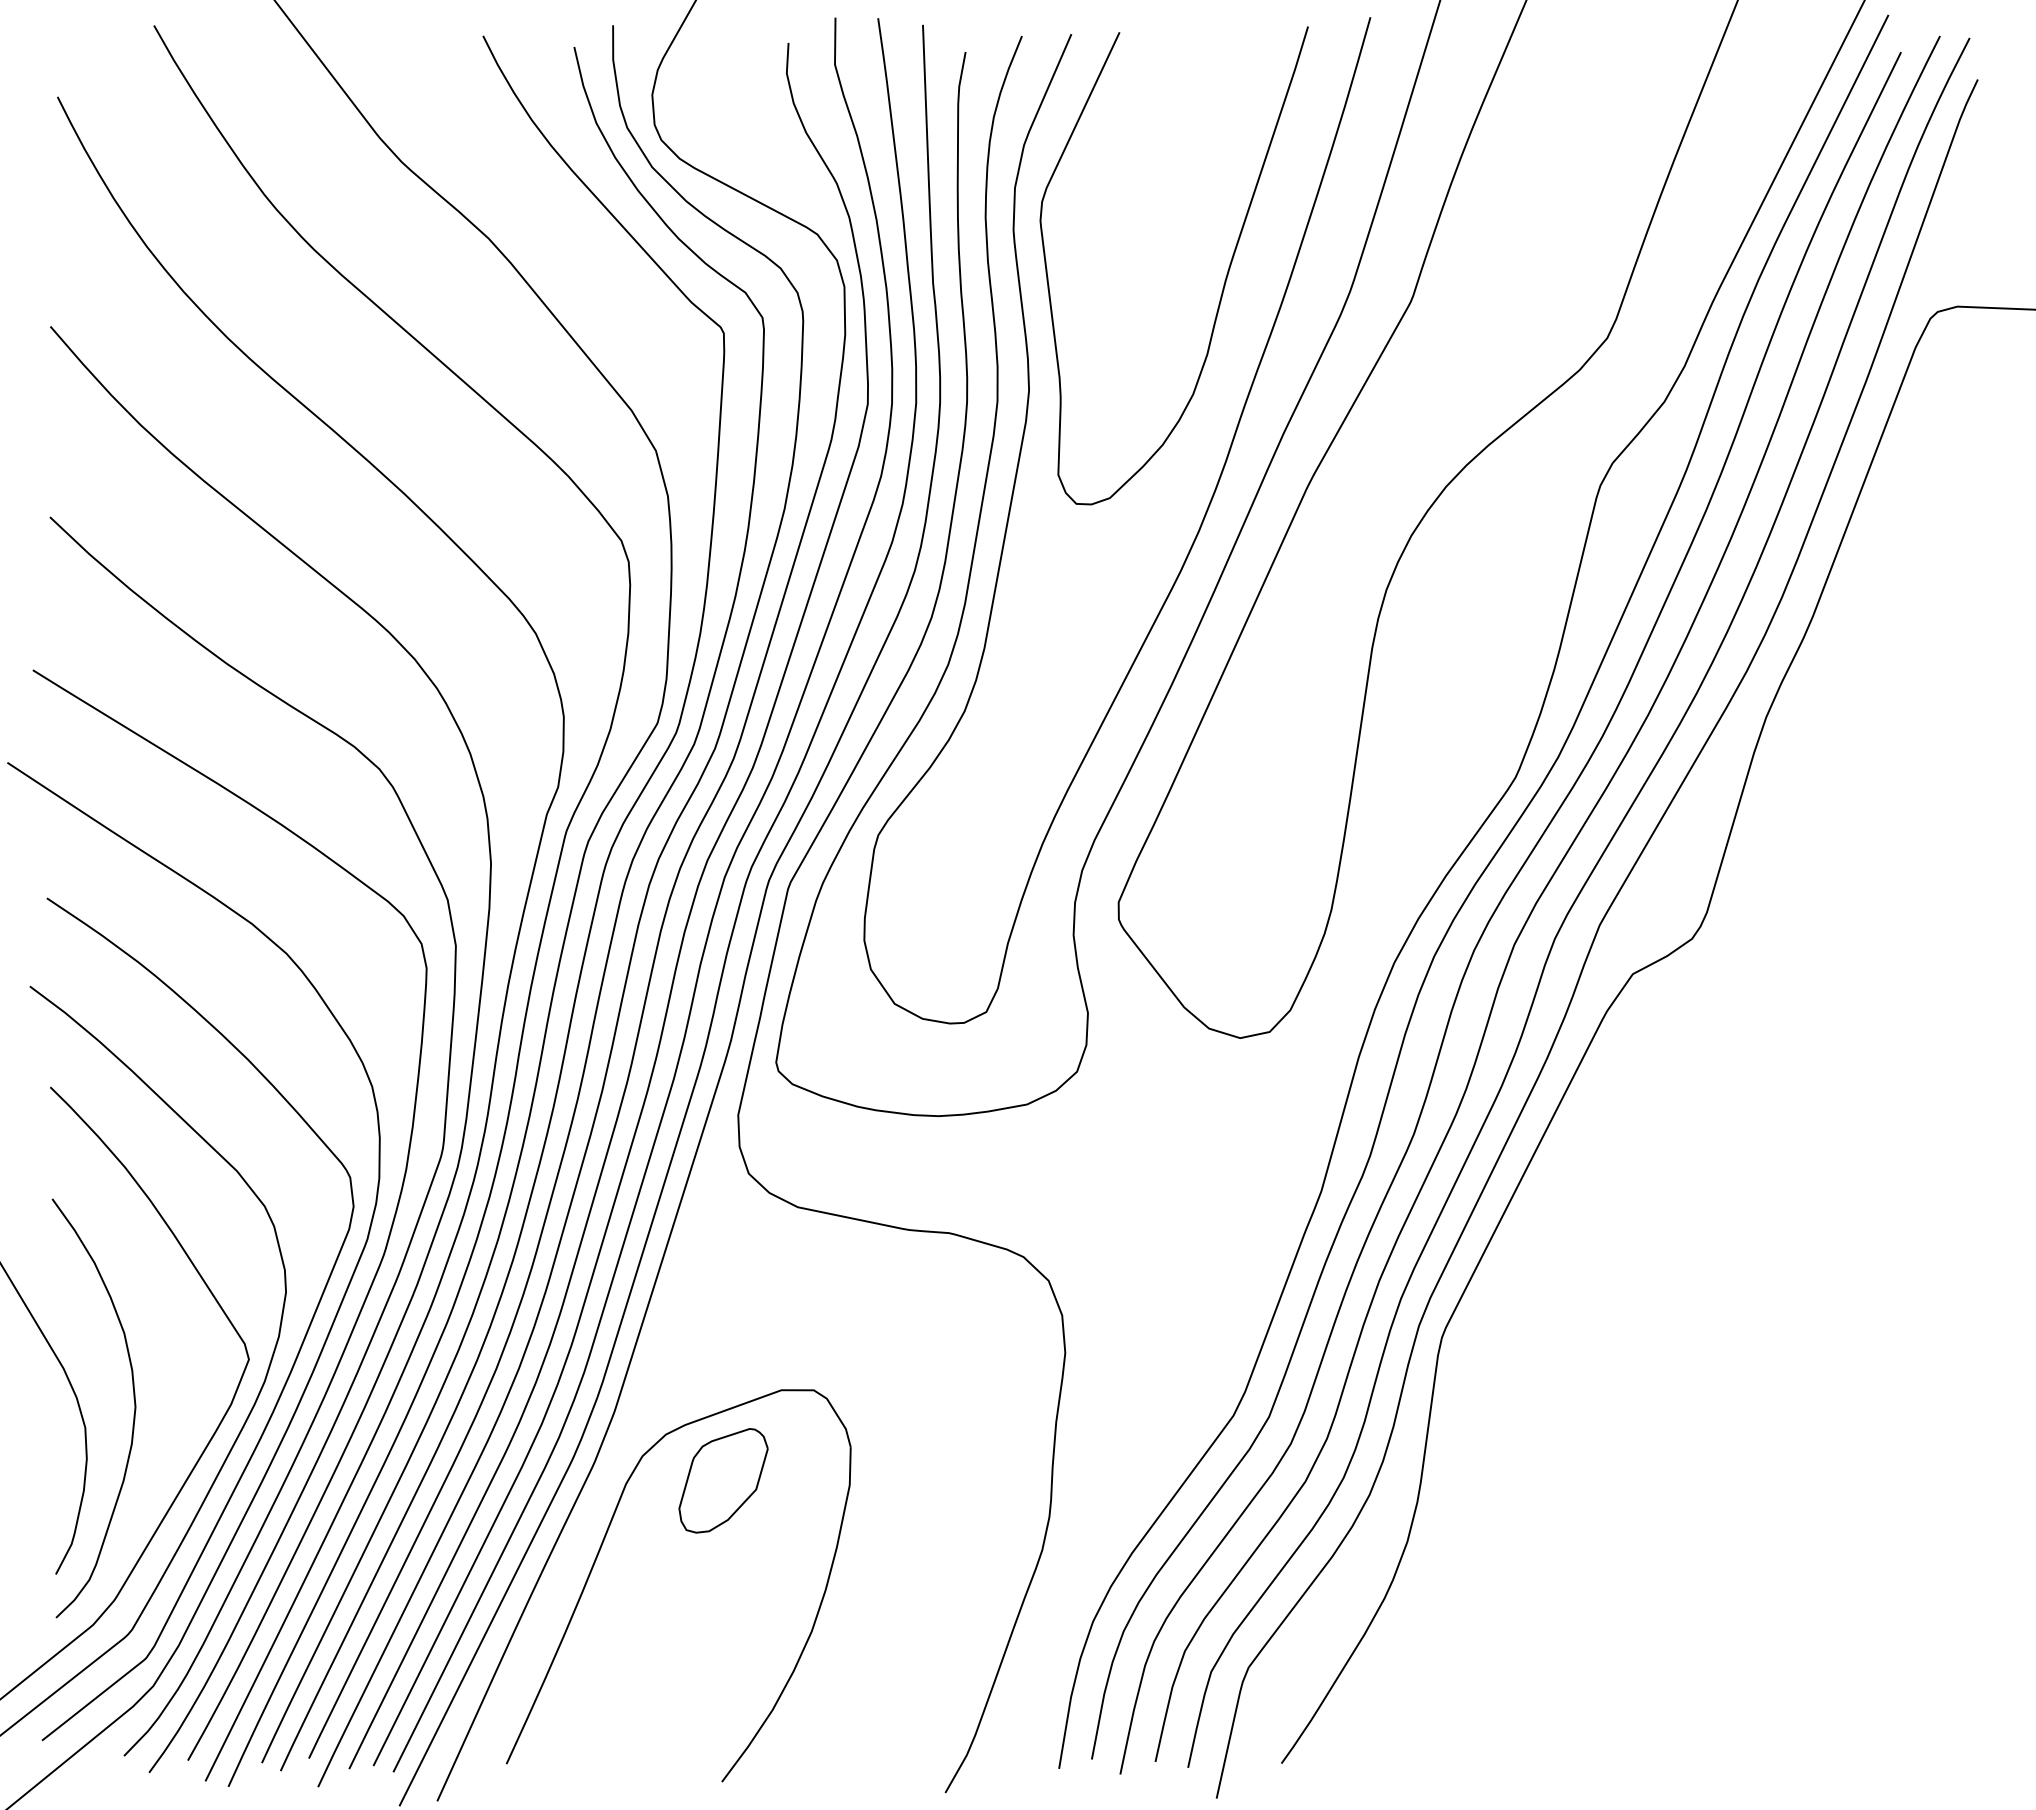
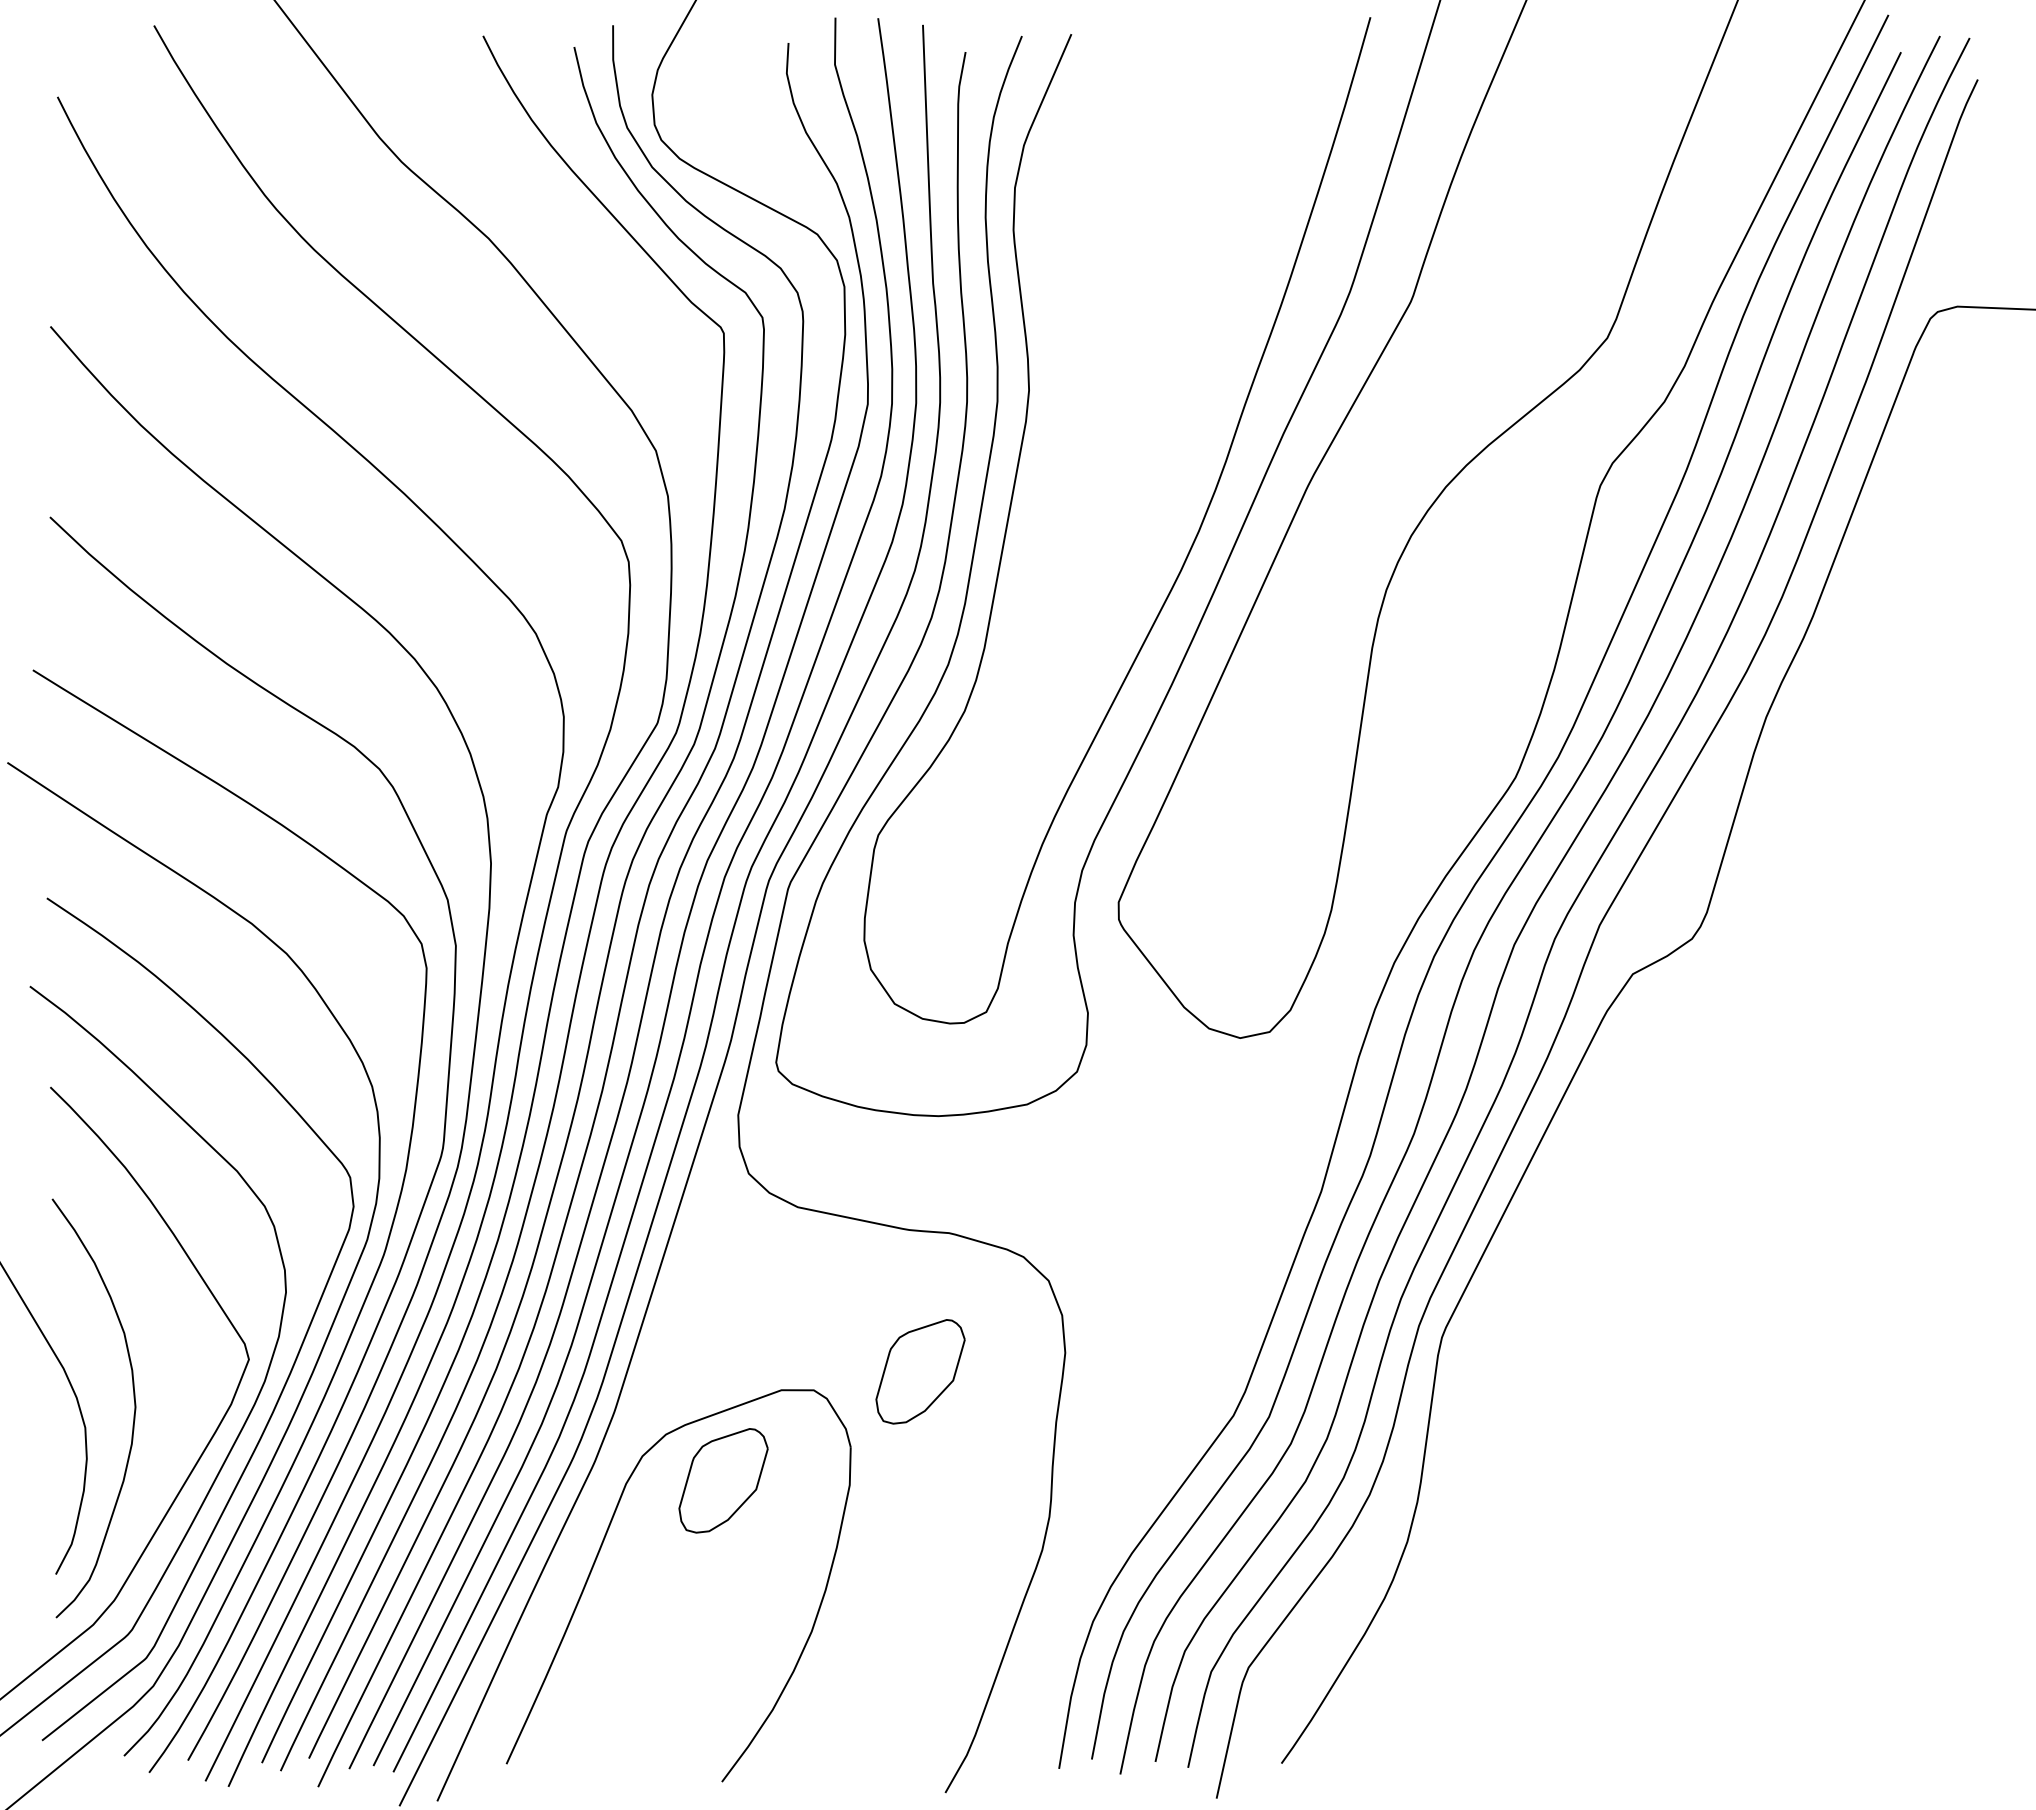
curve at (1224, 280): present -> none
part at (920, 1371): none -> present
